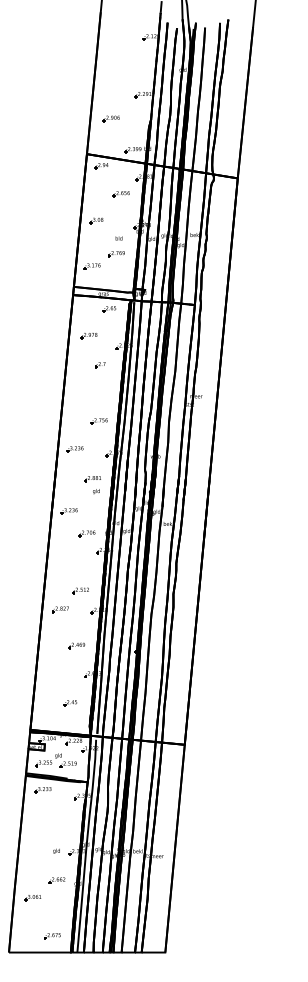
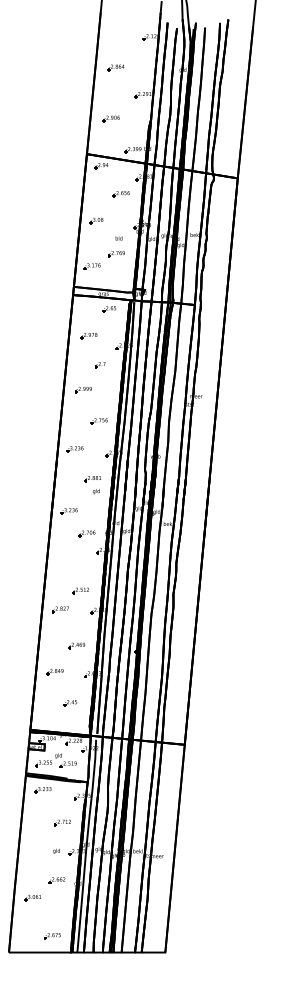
part at (115, 67): none -> present
part at (83, 389): none -> present
part at (54, 672): none -> present
part at (62, 822): none -> present
